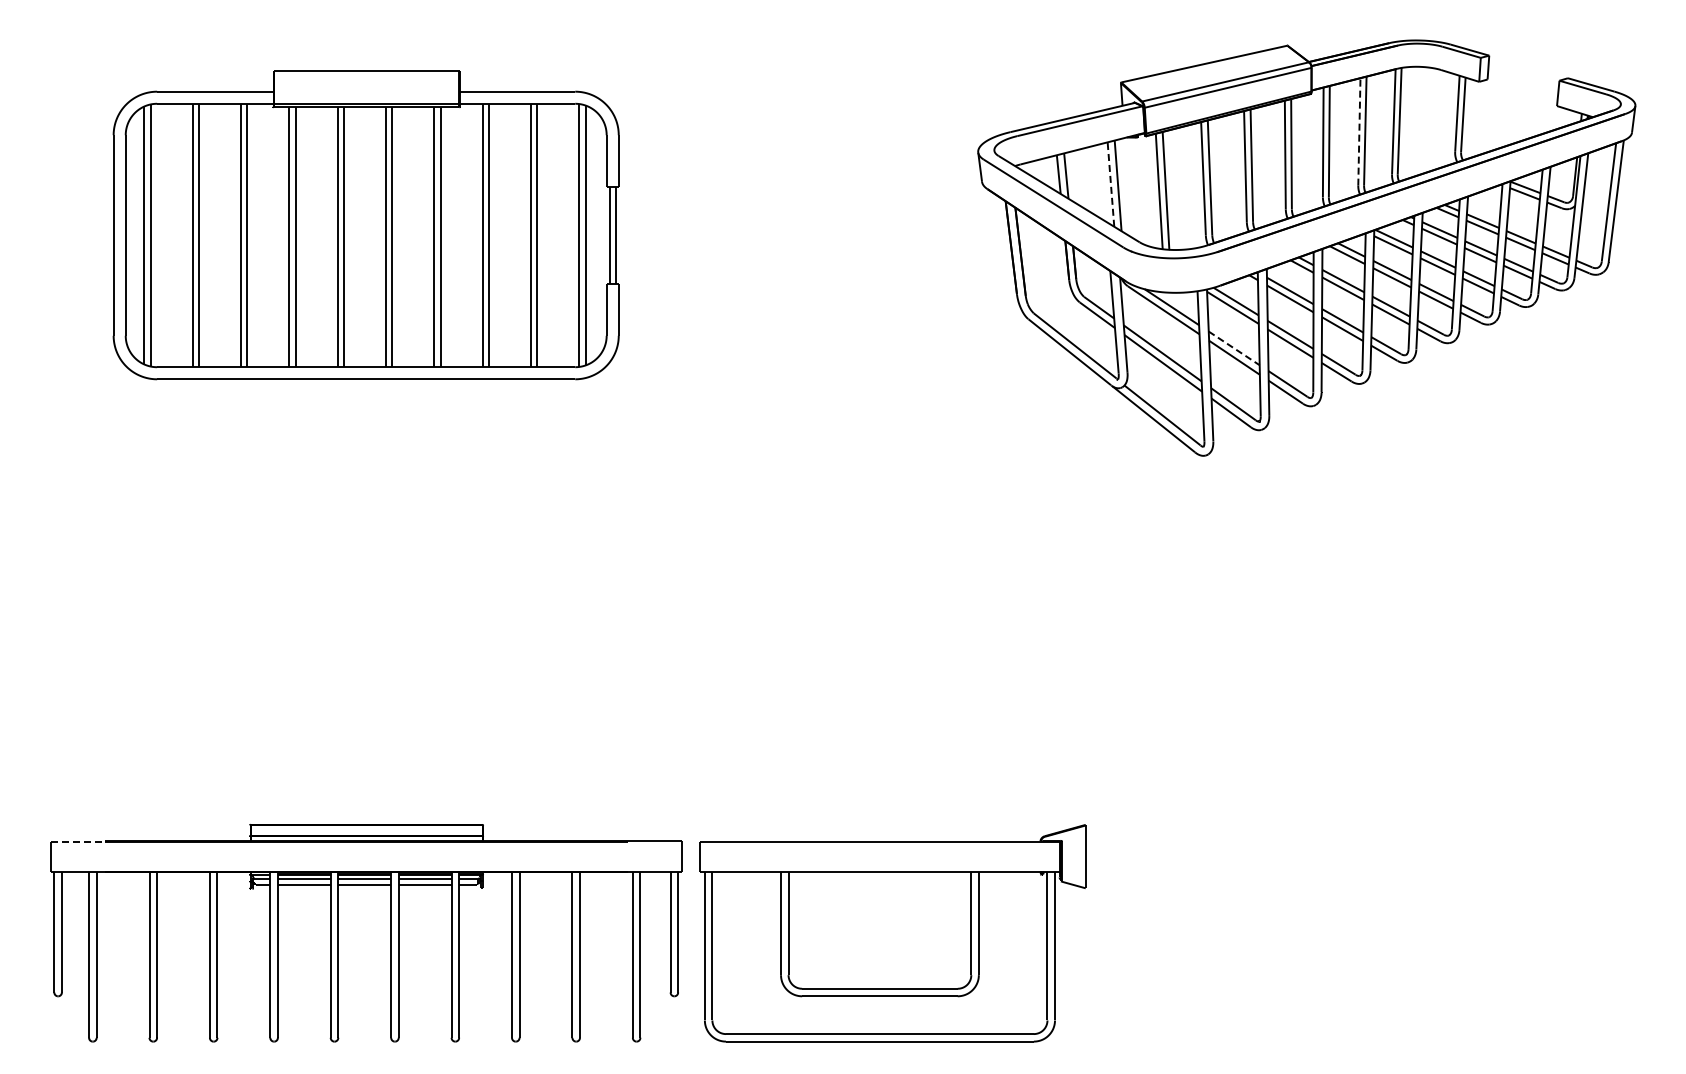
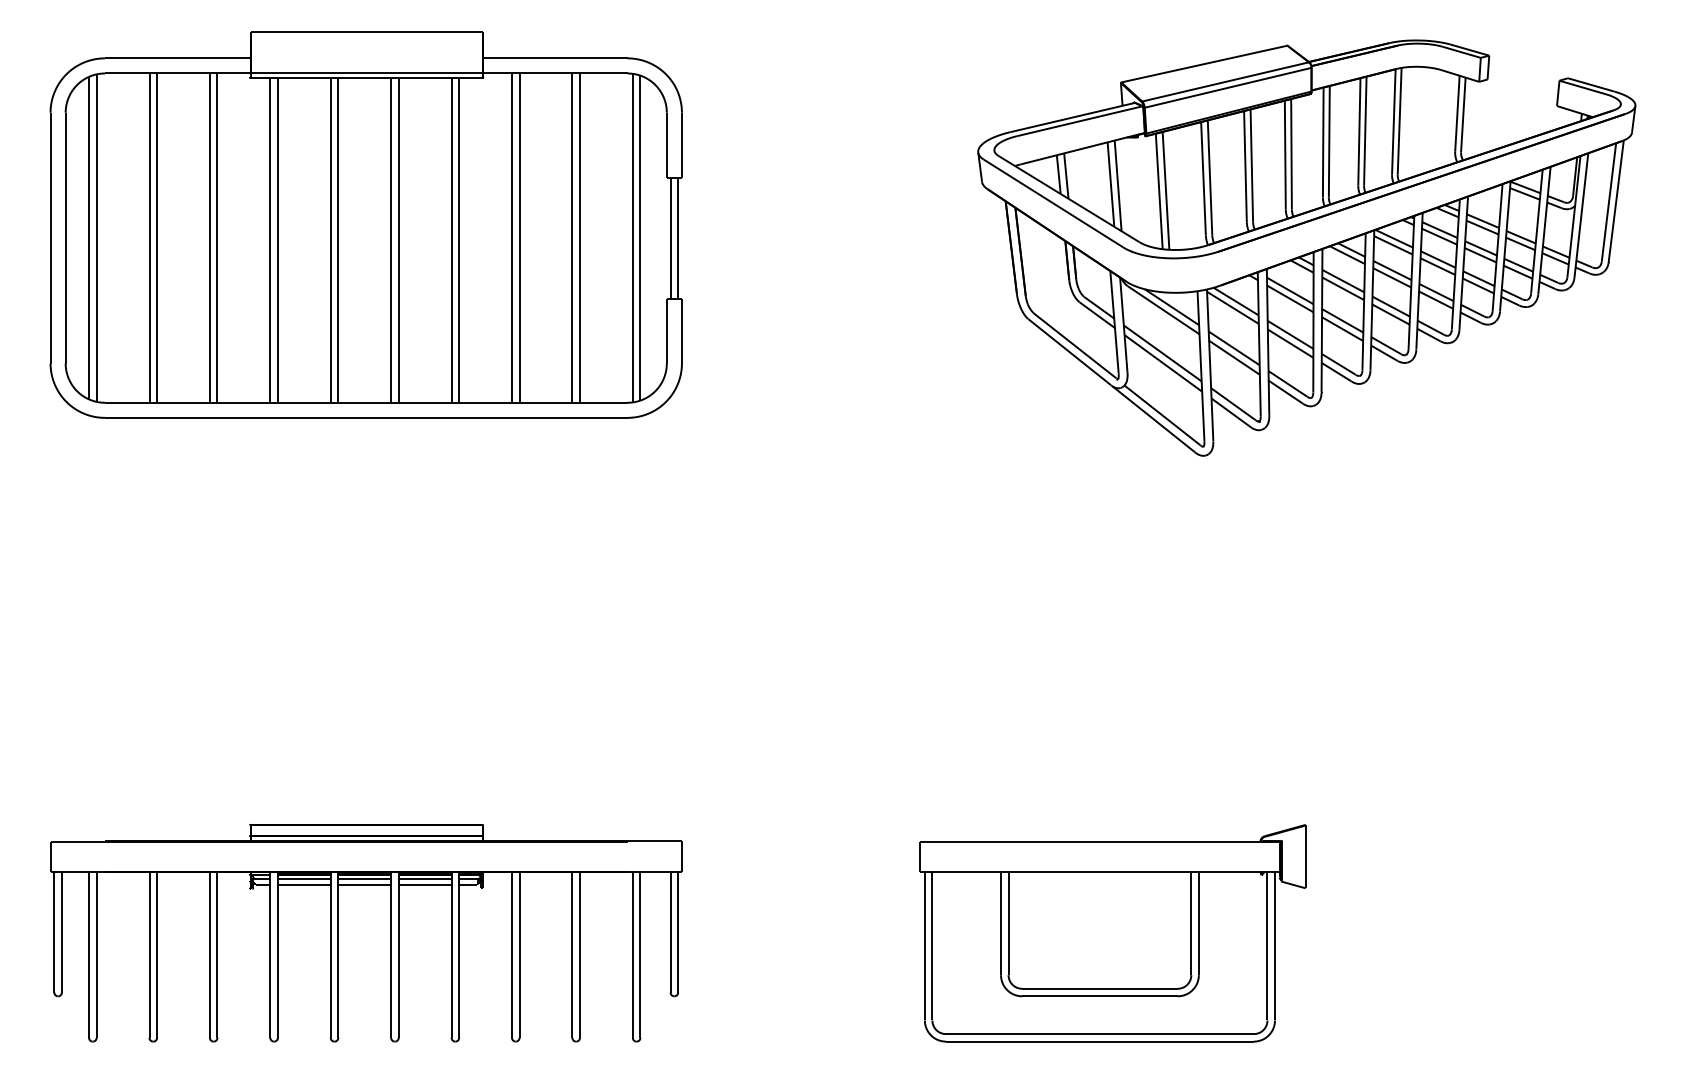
line at (1359, 131): dashed -> solid
line at (1110, 184): dashed -> solid
part at (365, 225) size: 508x311 px -> 634x388 px
line at (1234, 348): dashed -> solid
line at (78, 841): dashed -> solid
part at (892, 933) position: (892, 933) -> (1112, 933)
